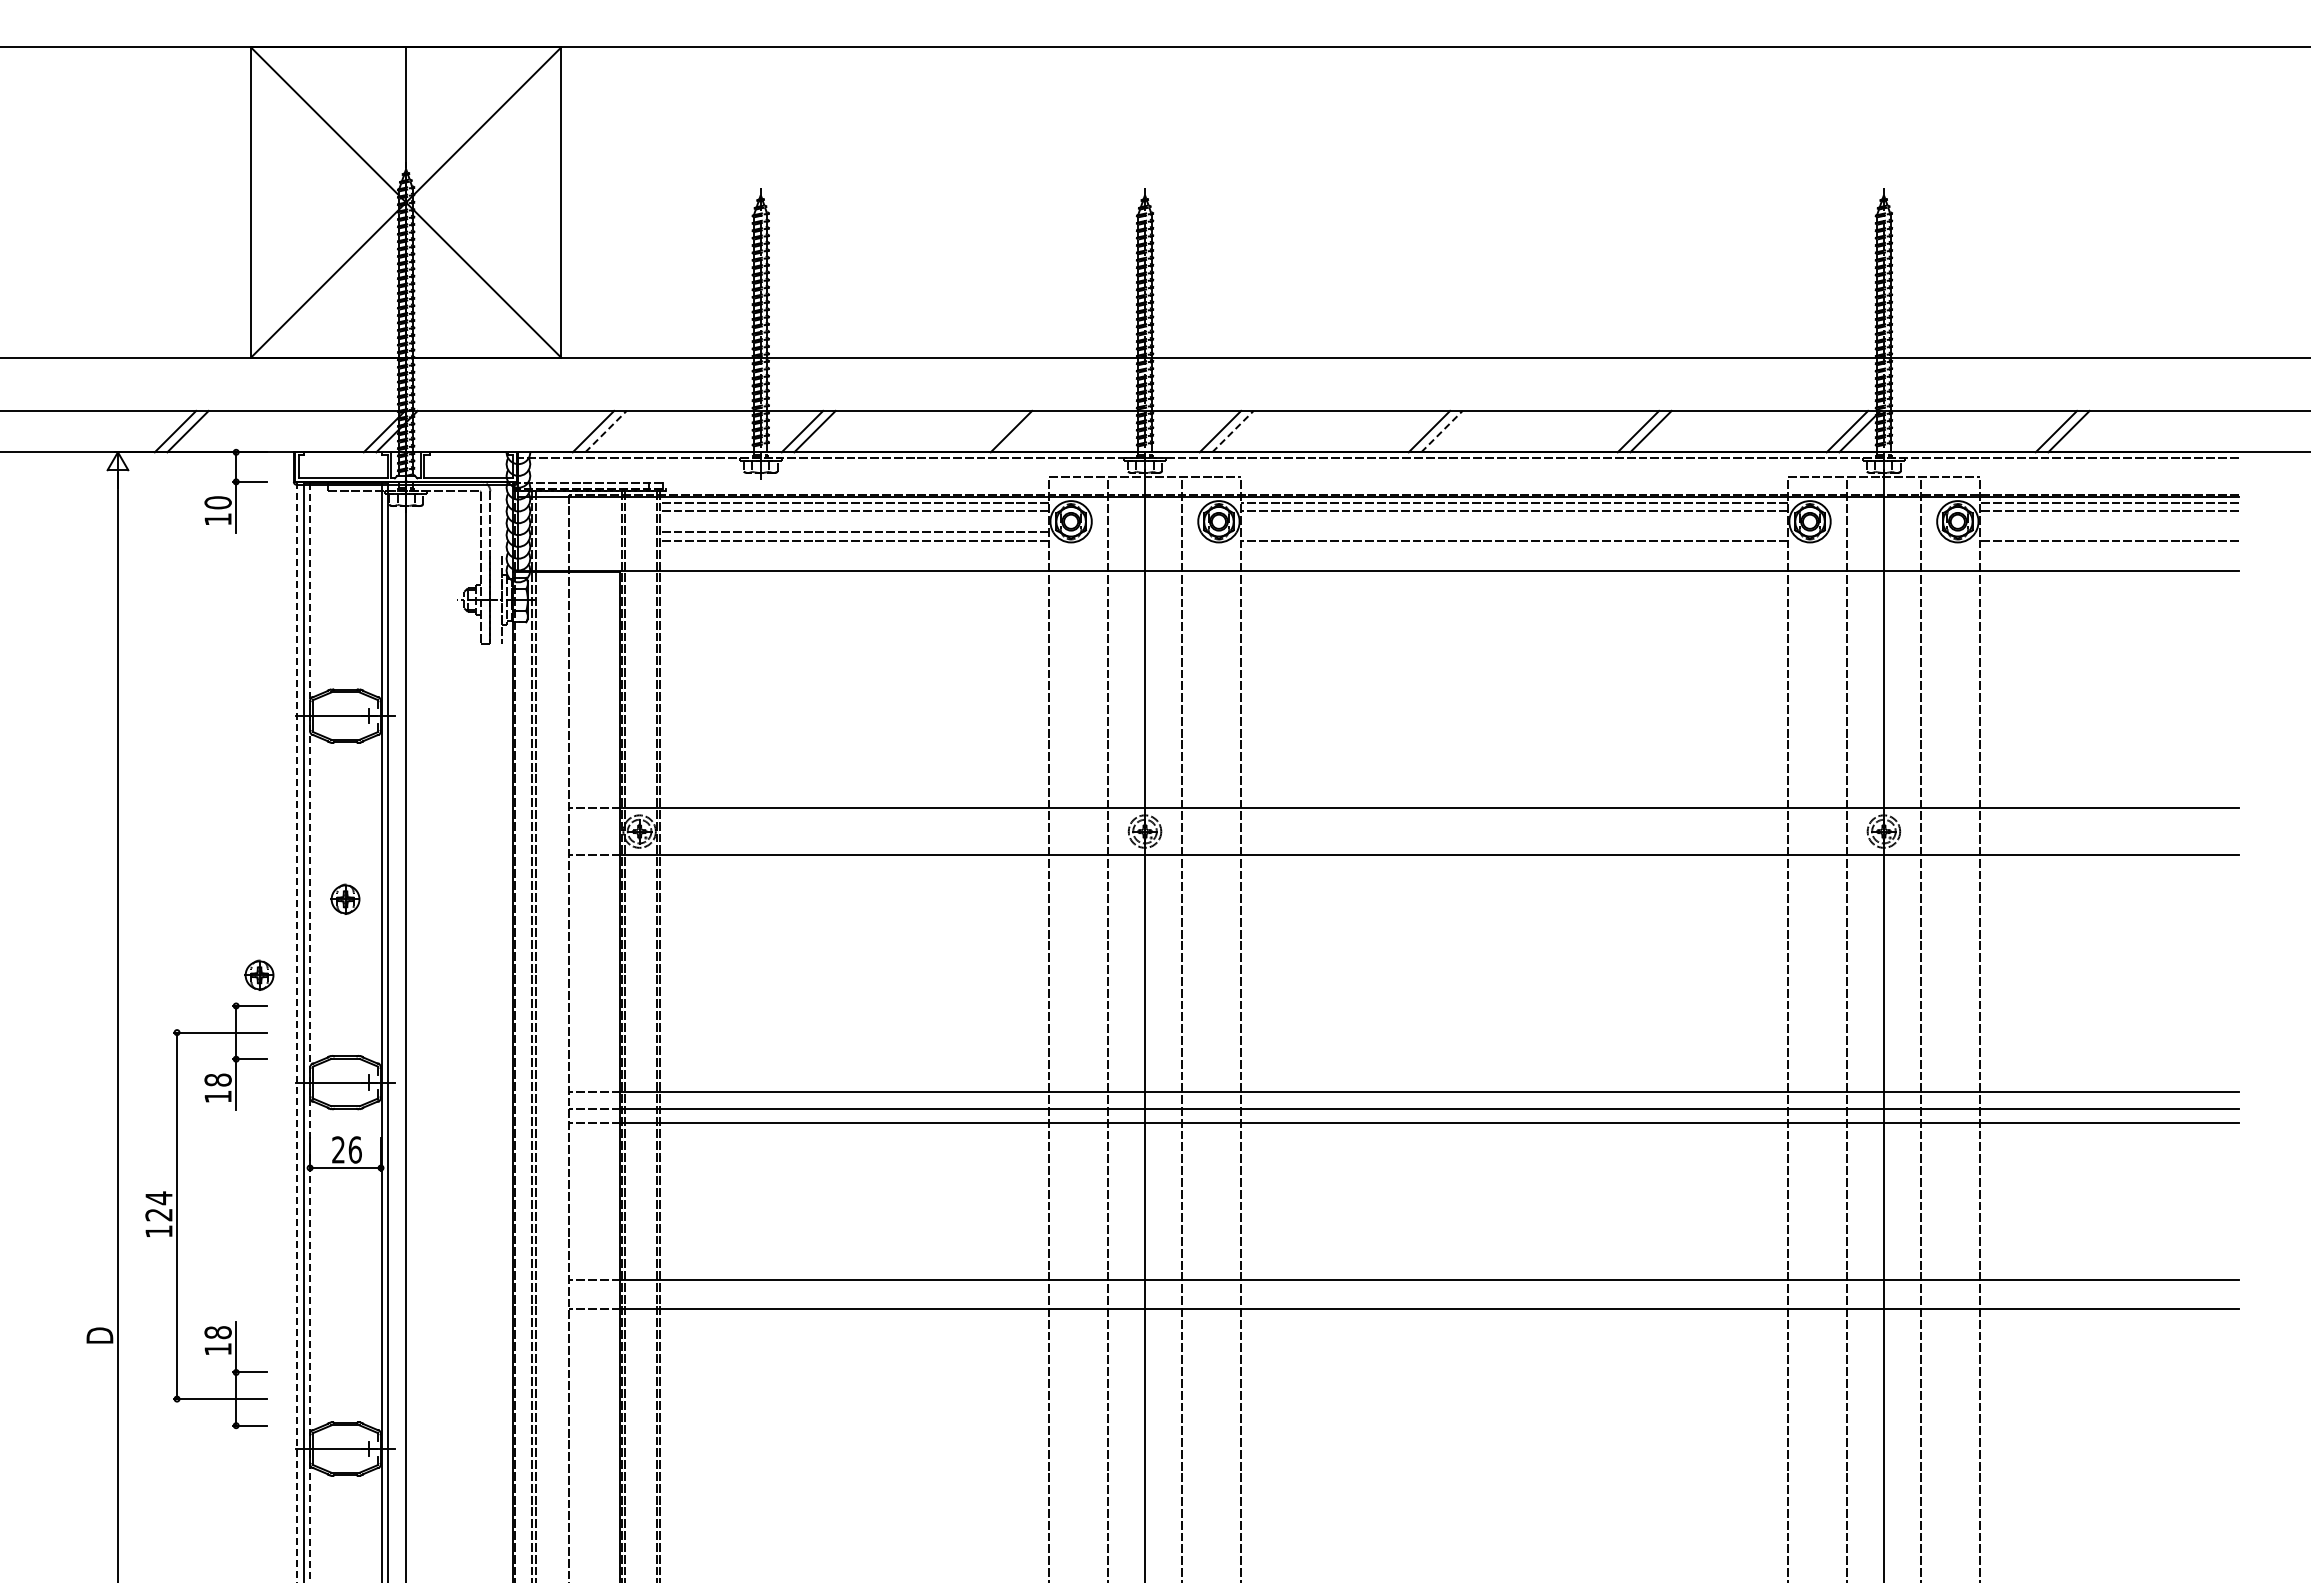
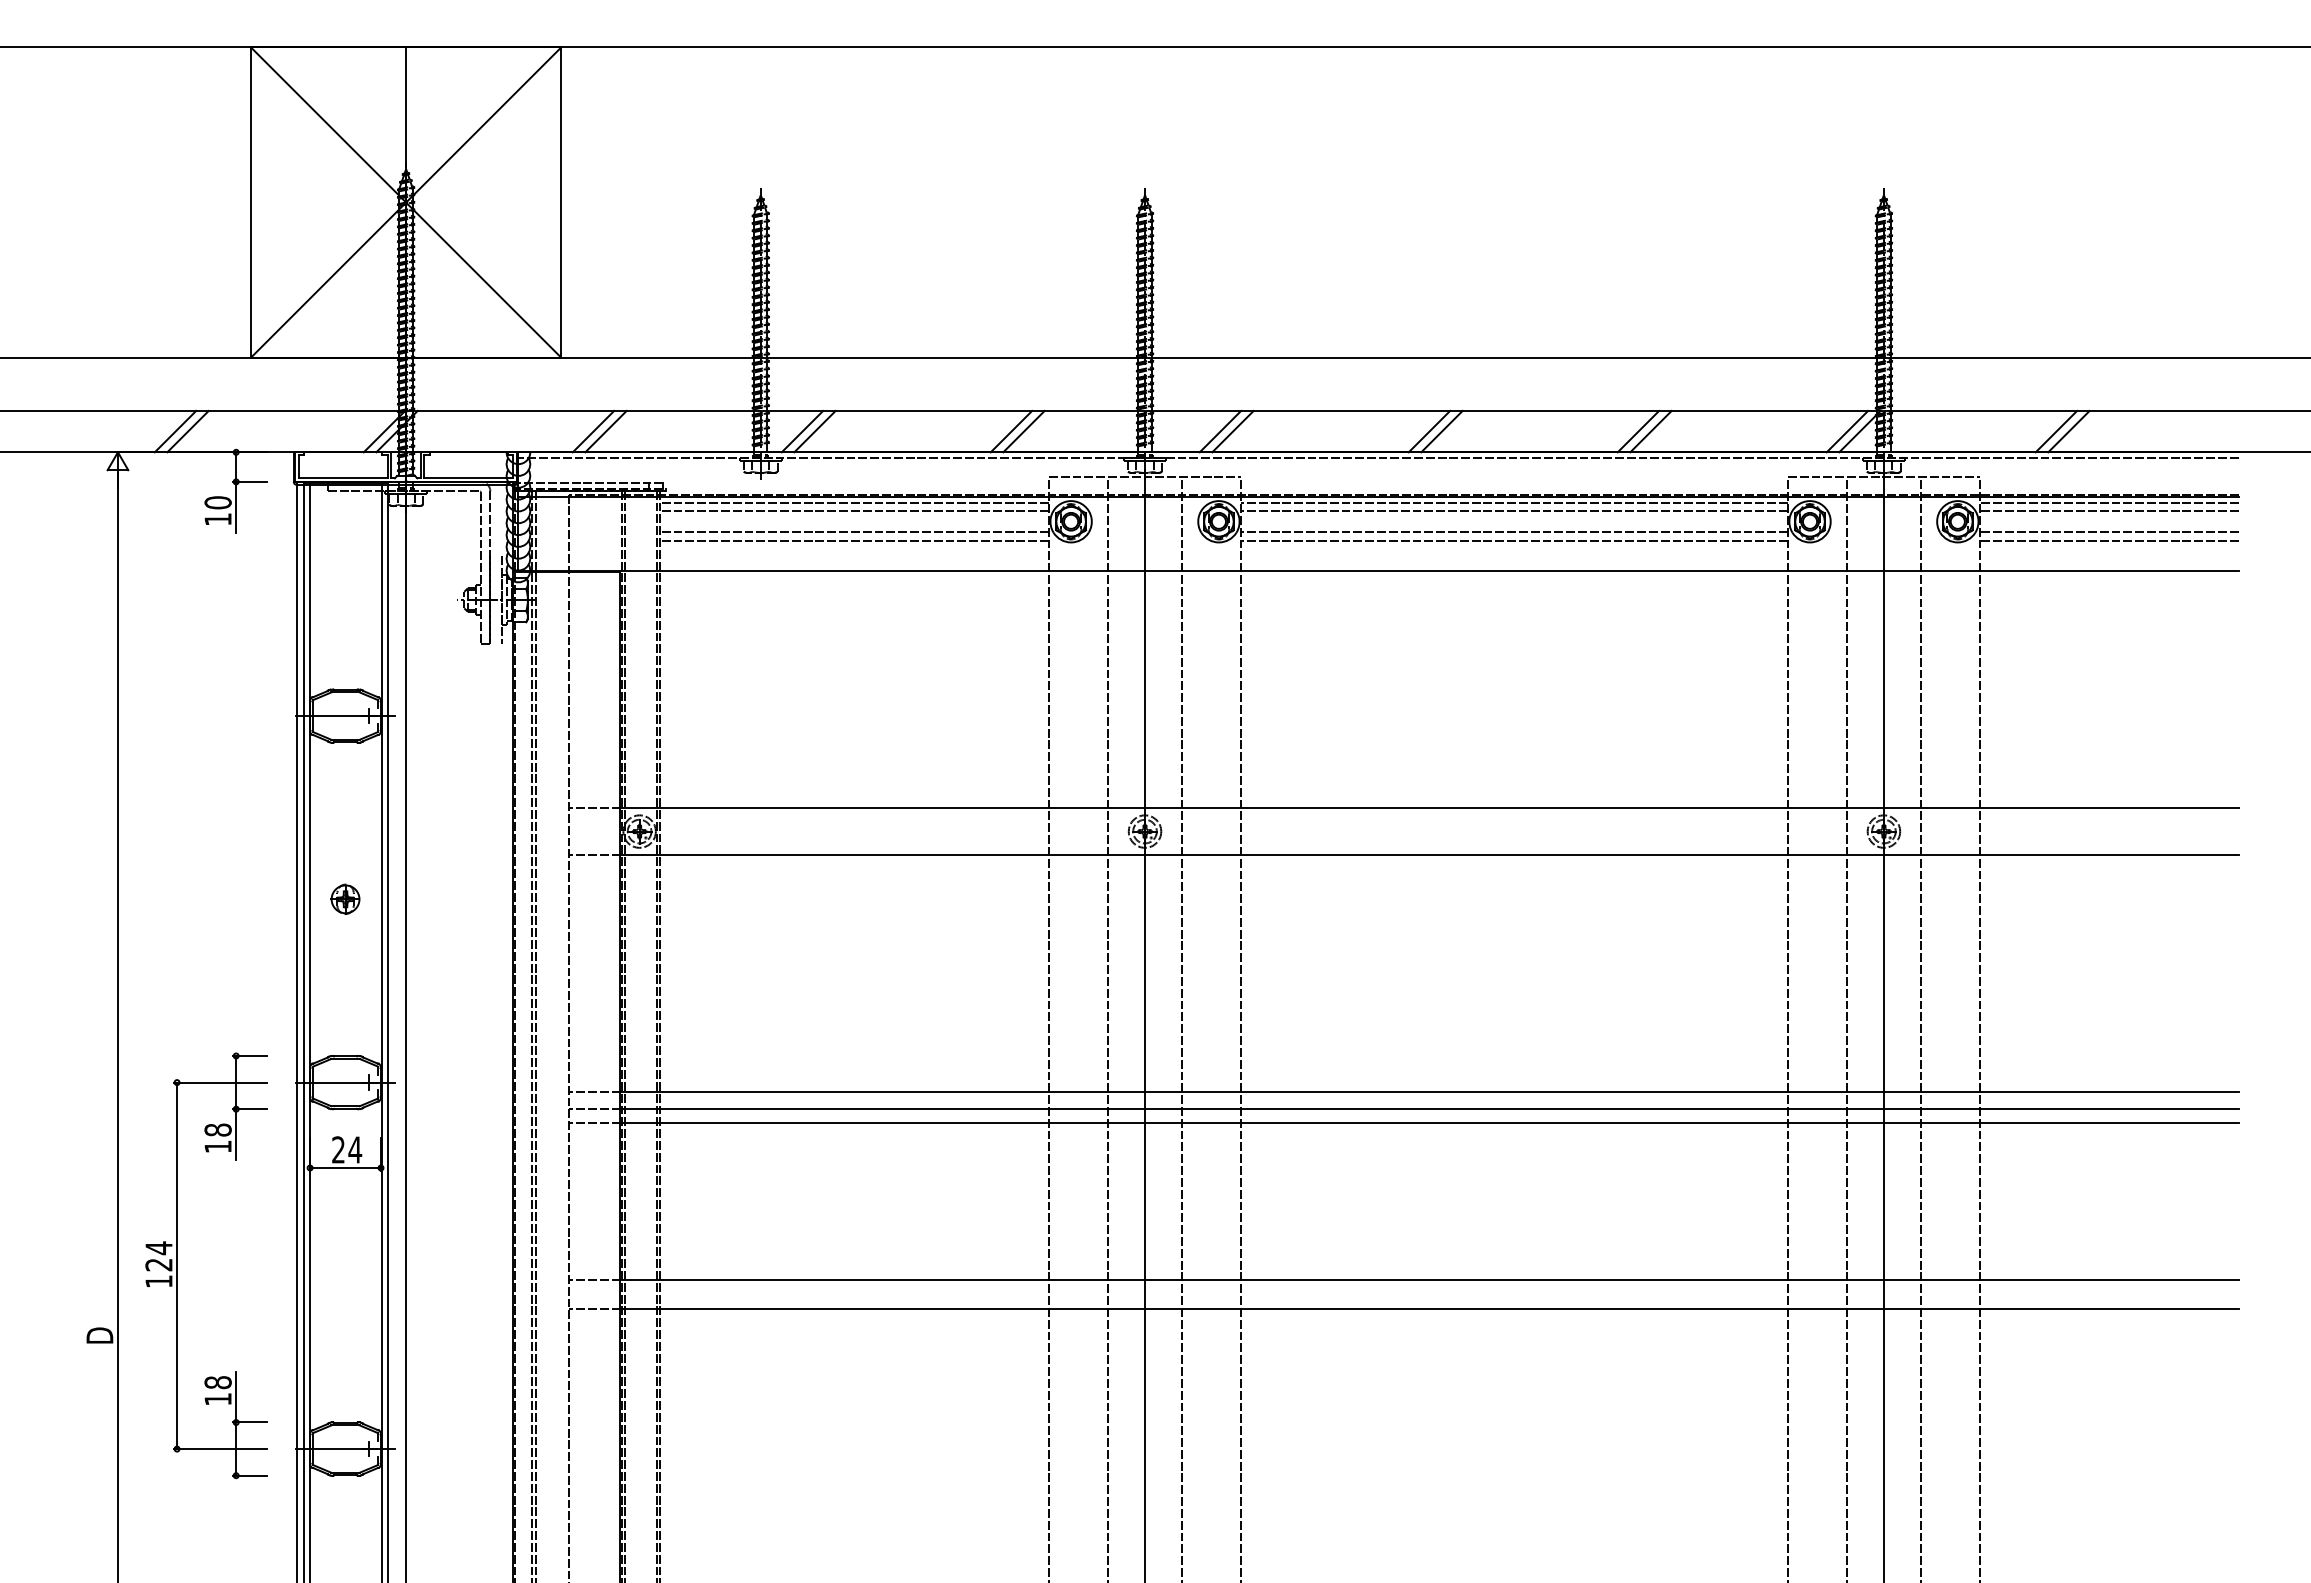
line at (606, 431): dashed -> solid
line at (1023, 431): none -> present
line at (1233, 431): dashed -> solid
line at (1442, 431): dashed -> solid
line at (1514, 532): none -> present
line at (2108, 532): none -> present
part at (259, 974): present -> none
line at (296, 1032): dashed -> solid
line at (309, 1033): dashed -> solid
text at (355, 1149): 26 -> 24
part at (177, 1215) position: (177, 1215) -> (177, 1265)
